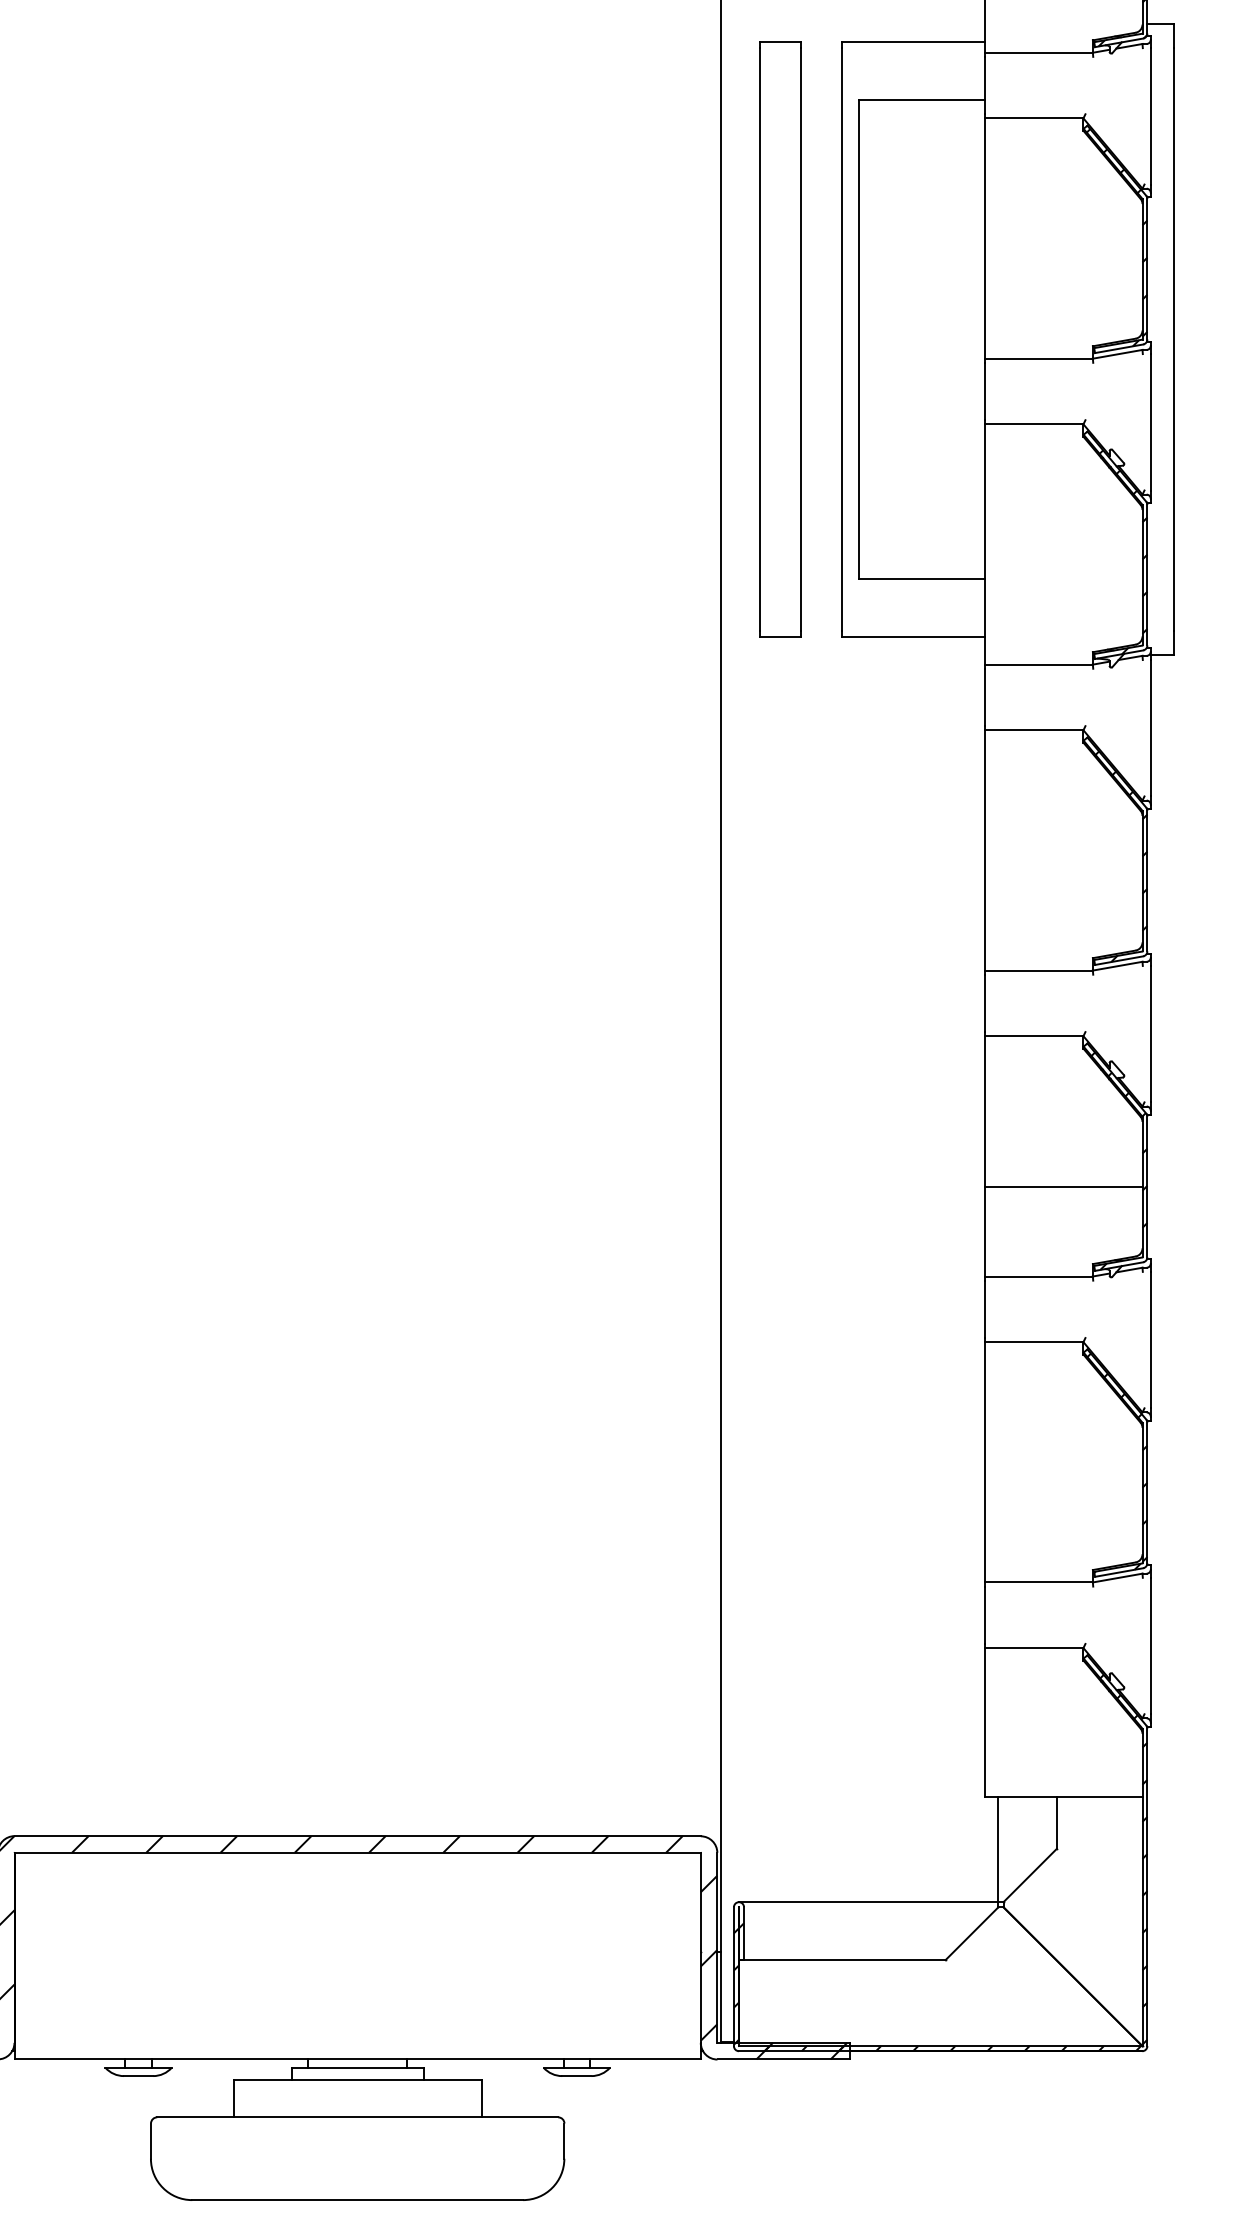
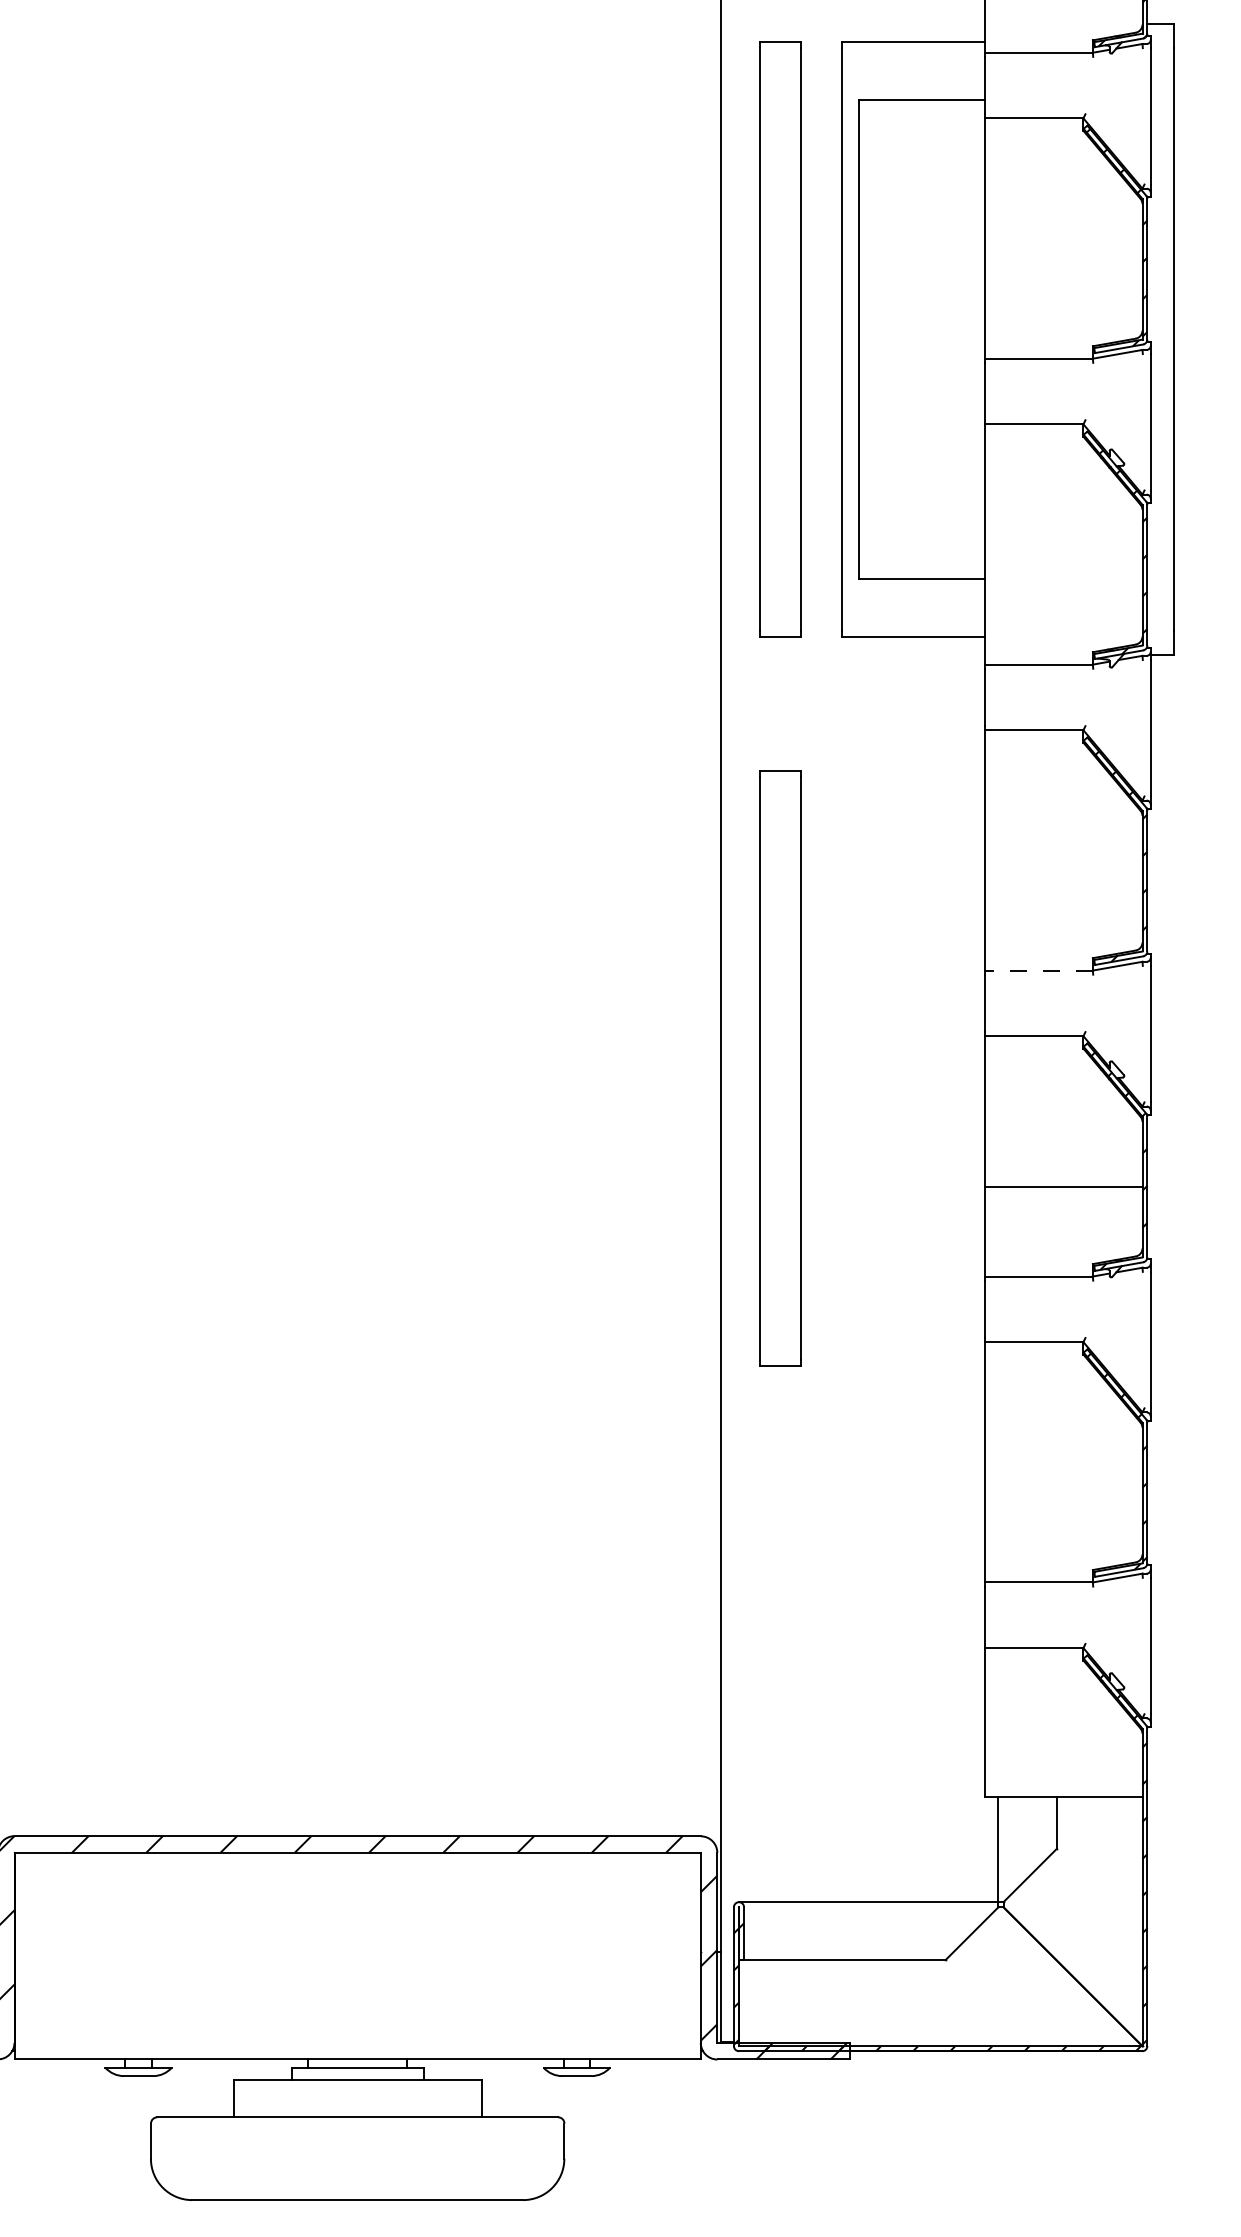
line at (1039, 970): solid -> dashed
part at (780, 1068): none -> present
